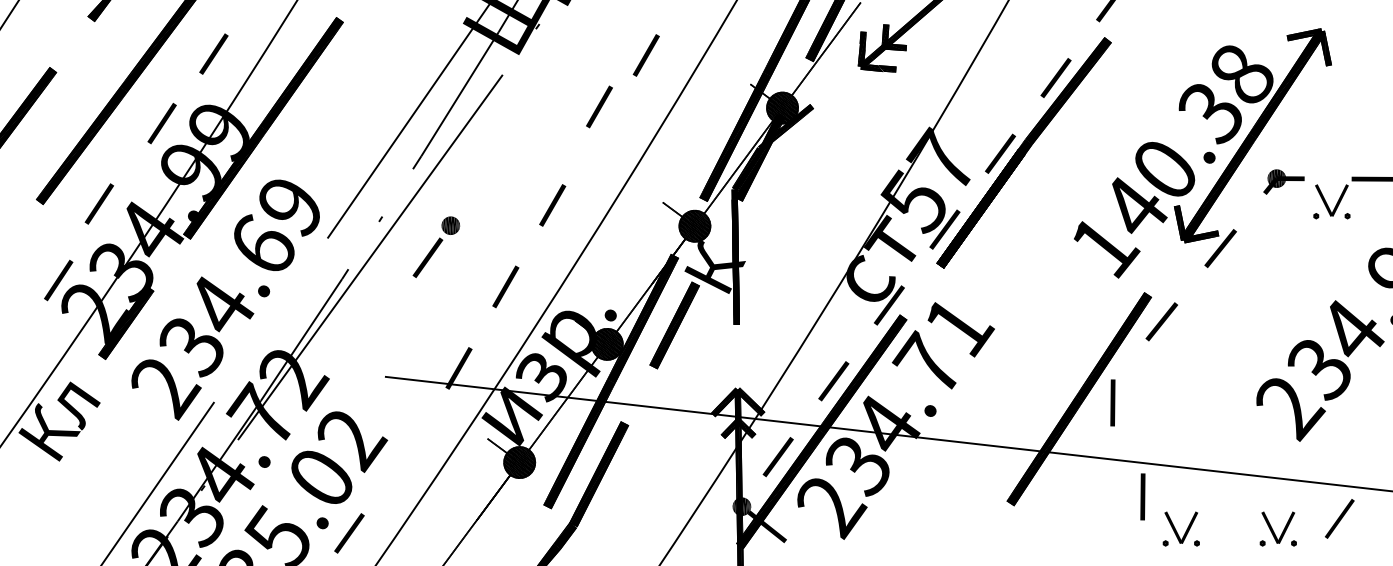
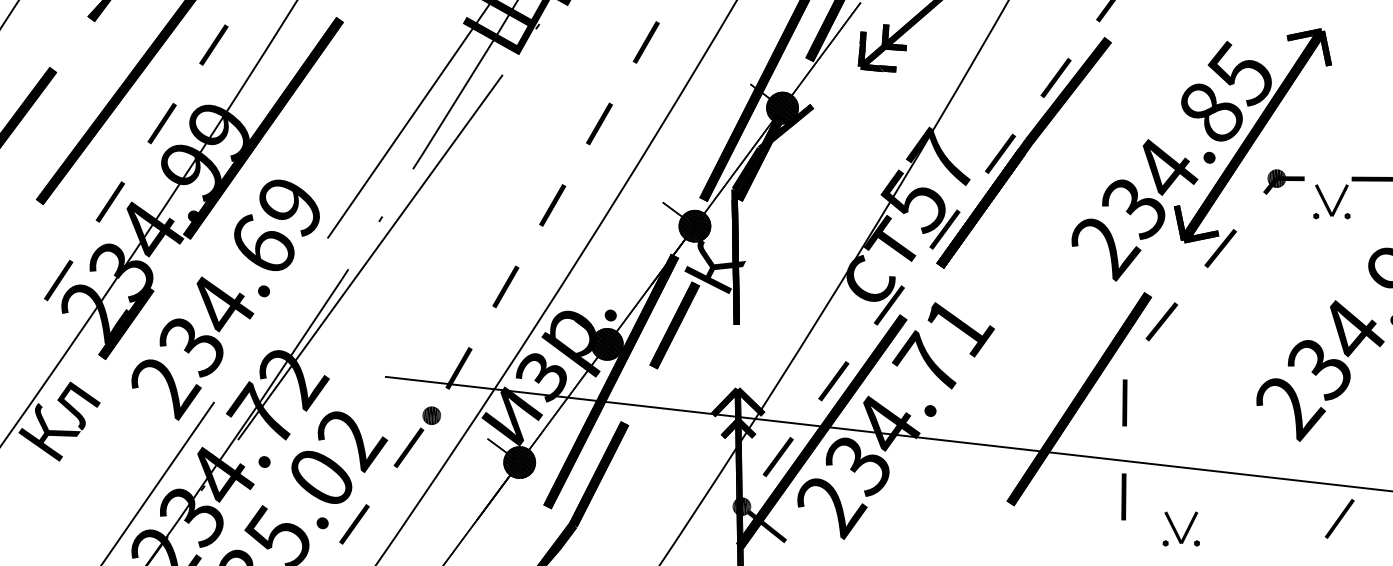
line at (213, 53) position: (213, 53) -> (213, 44)
line at (645, 55) position: (645, 55) -> (645, 42)
line at (599, 106) position: (599, 106) -> (599, 123)
text at (1172, 160): 140.38 -> 234.85
line at (98, 203) position: (98, 203) -> (109, 201)
part at (436, 246) position: (436, 246) -> (417, 436)
line at (1112, 402) position: (1112, 402) -> (1124, 402)
line at (1142, 496) position: (1142, 496) -> (1123, 496)
part at (1277, 528): present -> none
line at (349, 533) position: (349, 533) -> (354, 524)
